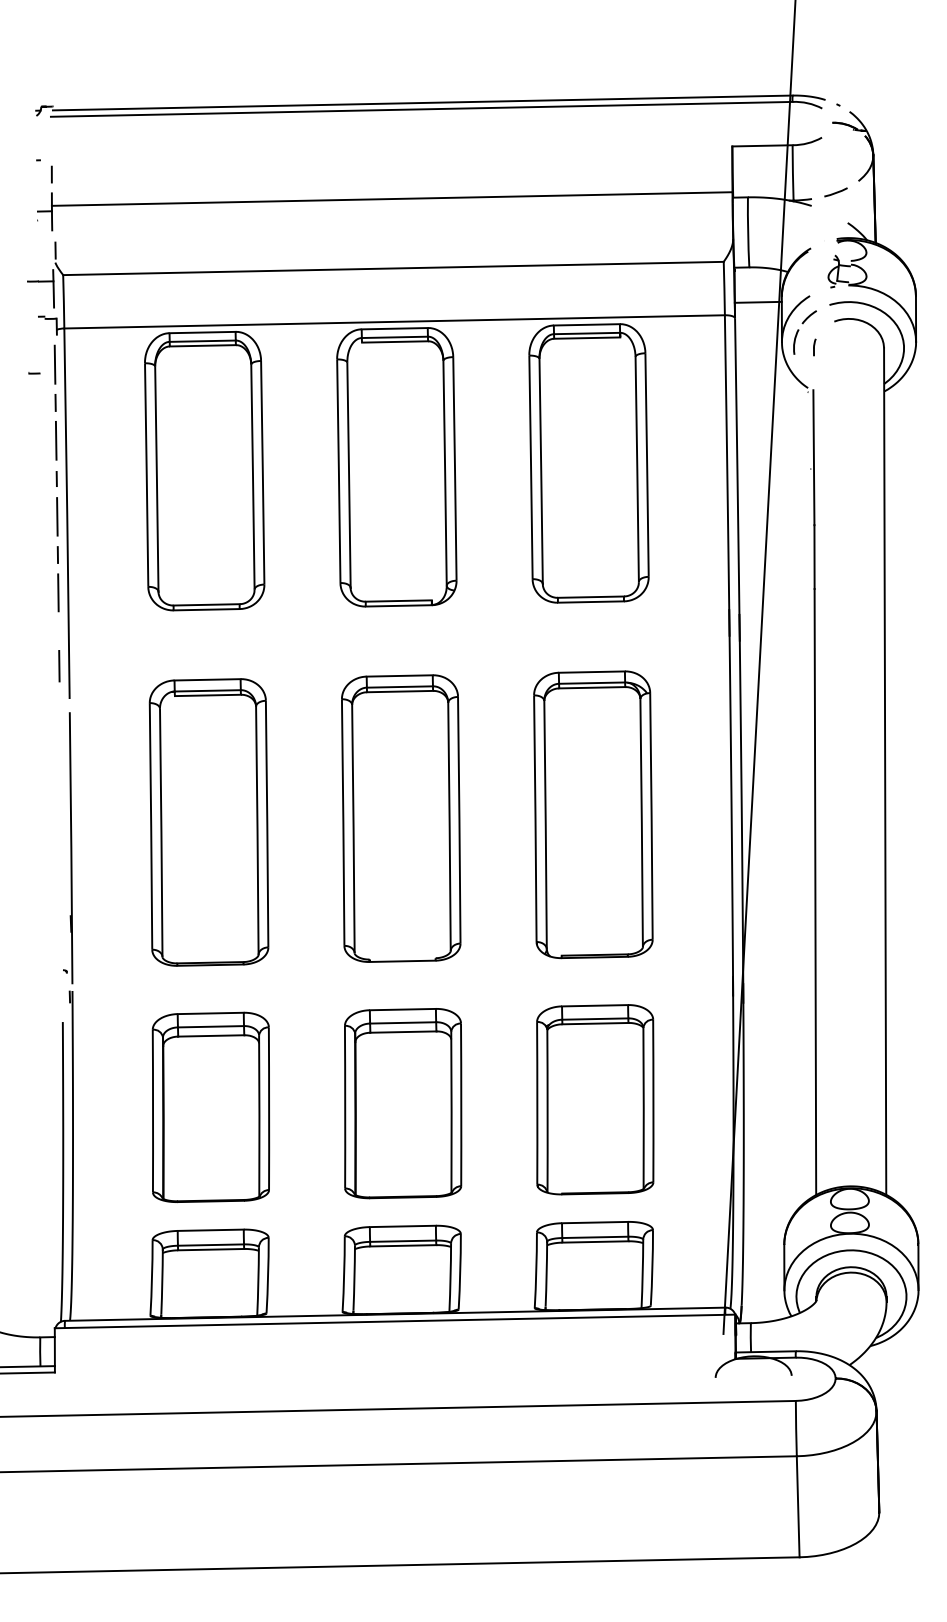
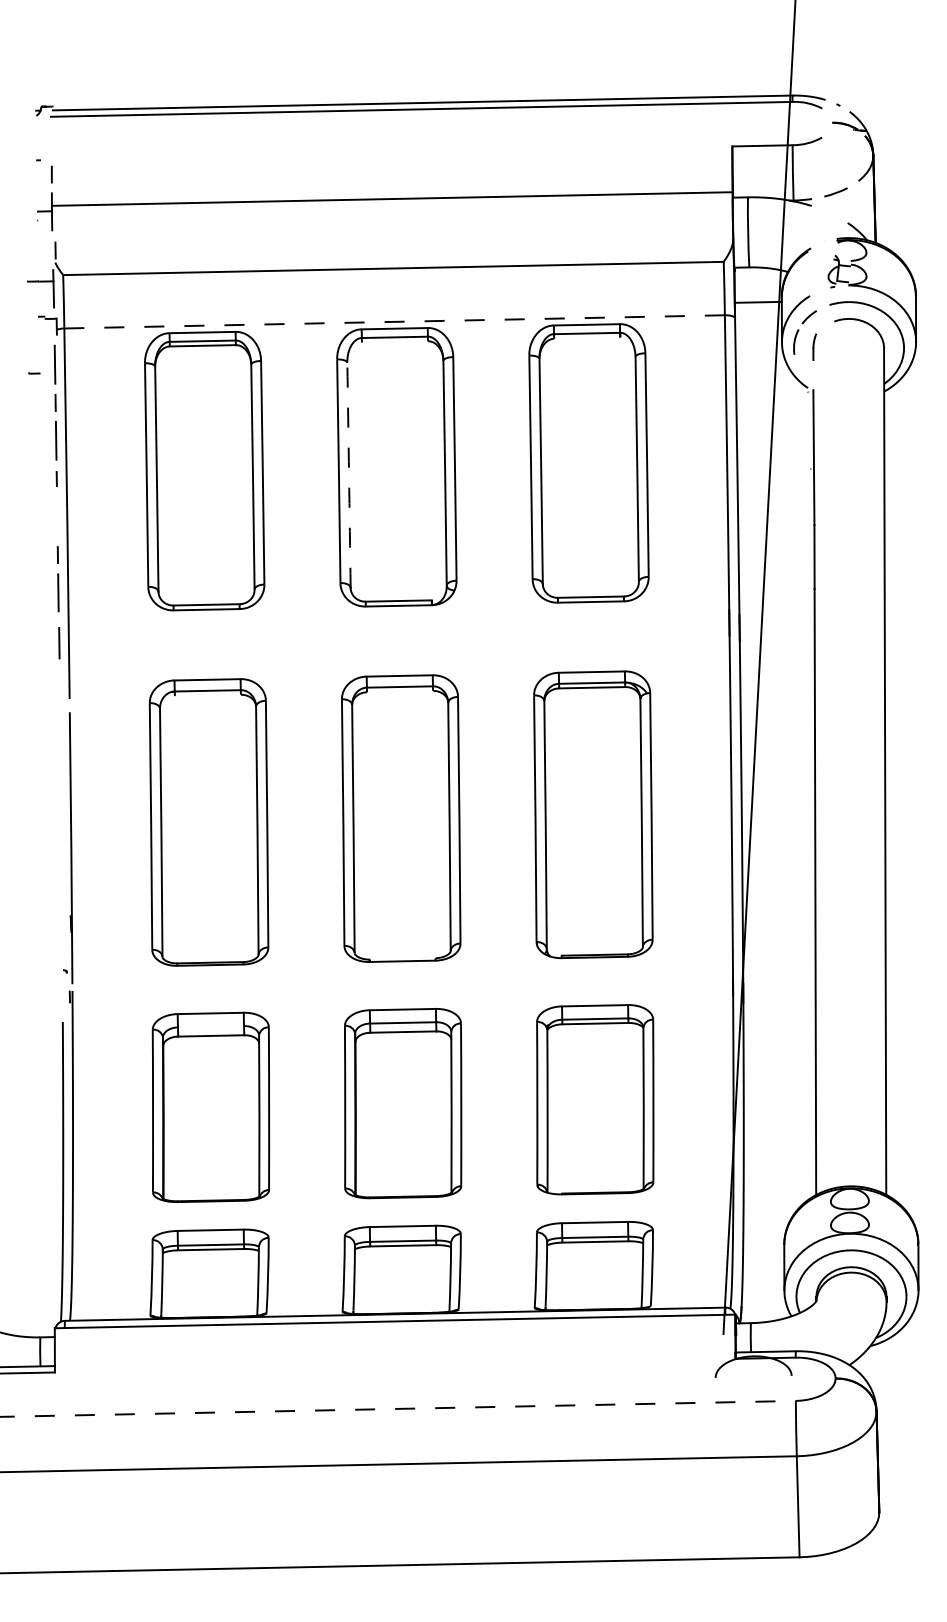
line at (394, 321): solid -> dashed
line at (587, 337): present -> none
line at (395, 341): present -> none
part at (814, 347) size: 4x19 px -> 6x28 px
arc at (349, 475): solid -> dashed
line at (57, 516): present -> none
line at (59, 666) position: (59, 666) -> (59, 643)
line at (400, 691): present -> none
line at (207, 695): present -> none
line at (210, 1026): present -> none
line at (398, 1408): solid -> dashed
